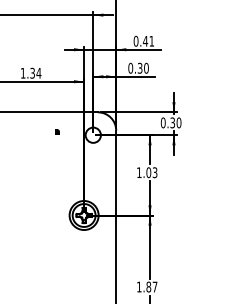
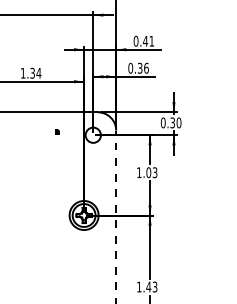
text at (146, 67): 0.30 -> 0.36
line at (116, 216): solid -> dashed
text at (151, 286): 1.87 -> 1.43
